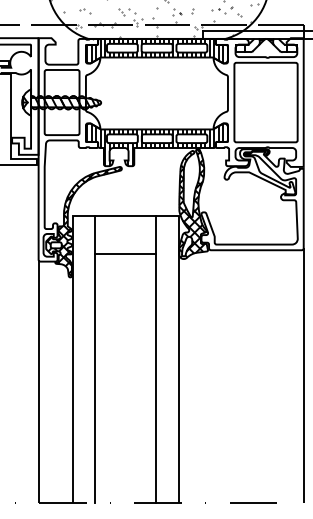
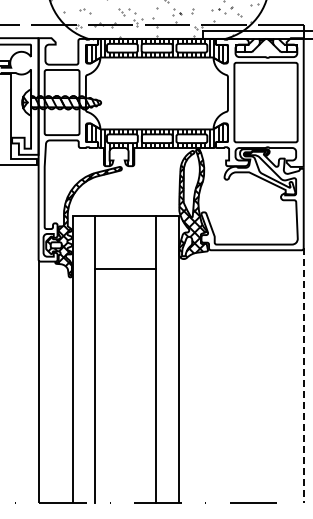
line at (125, 254) position: (125, 254) -> (125, 269)
line at (303, 375): solid -> dashed
